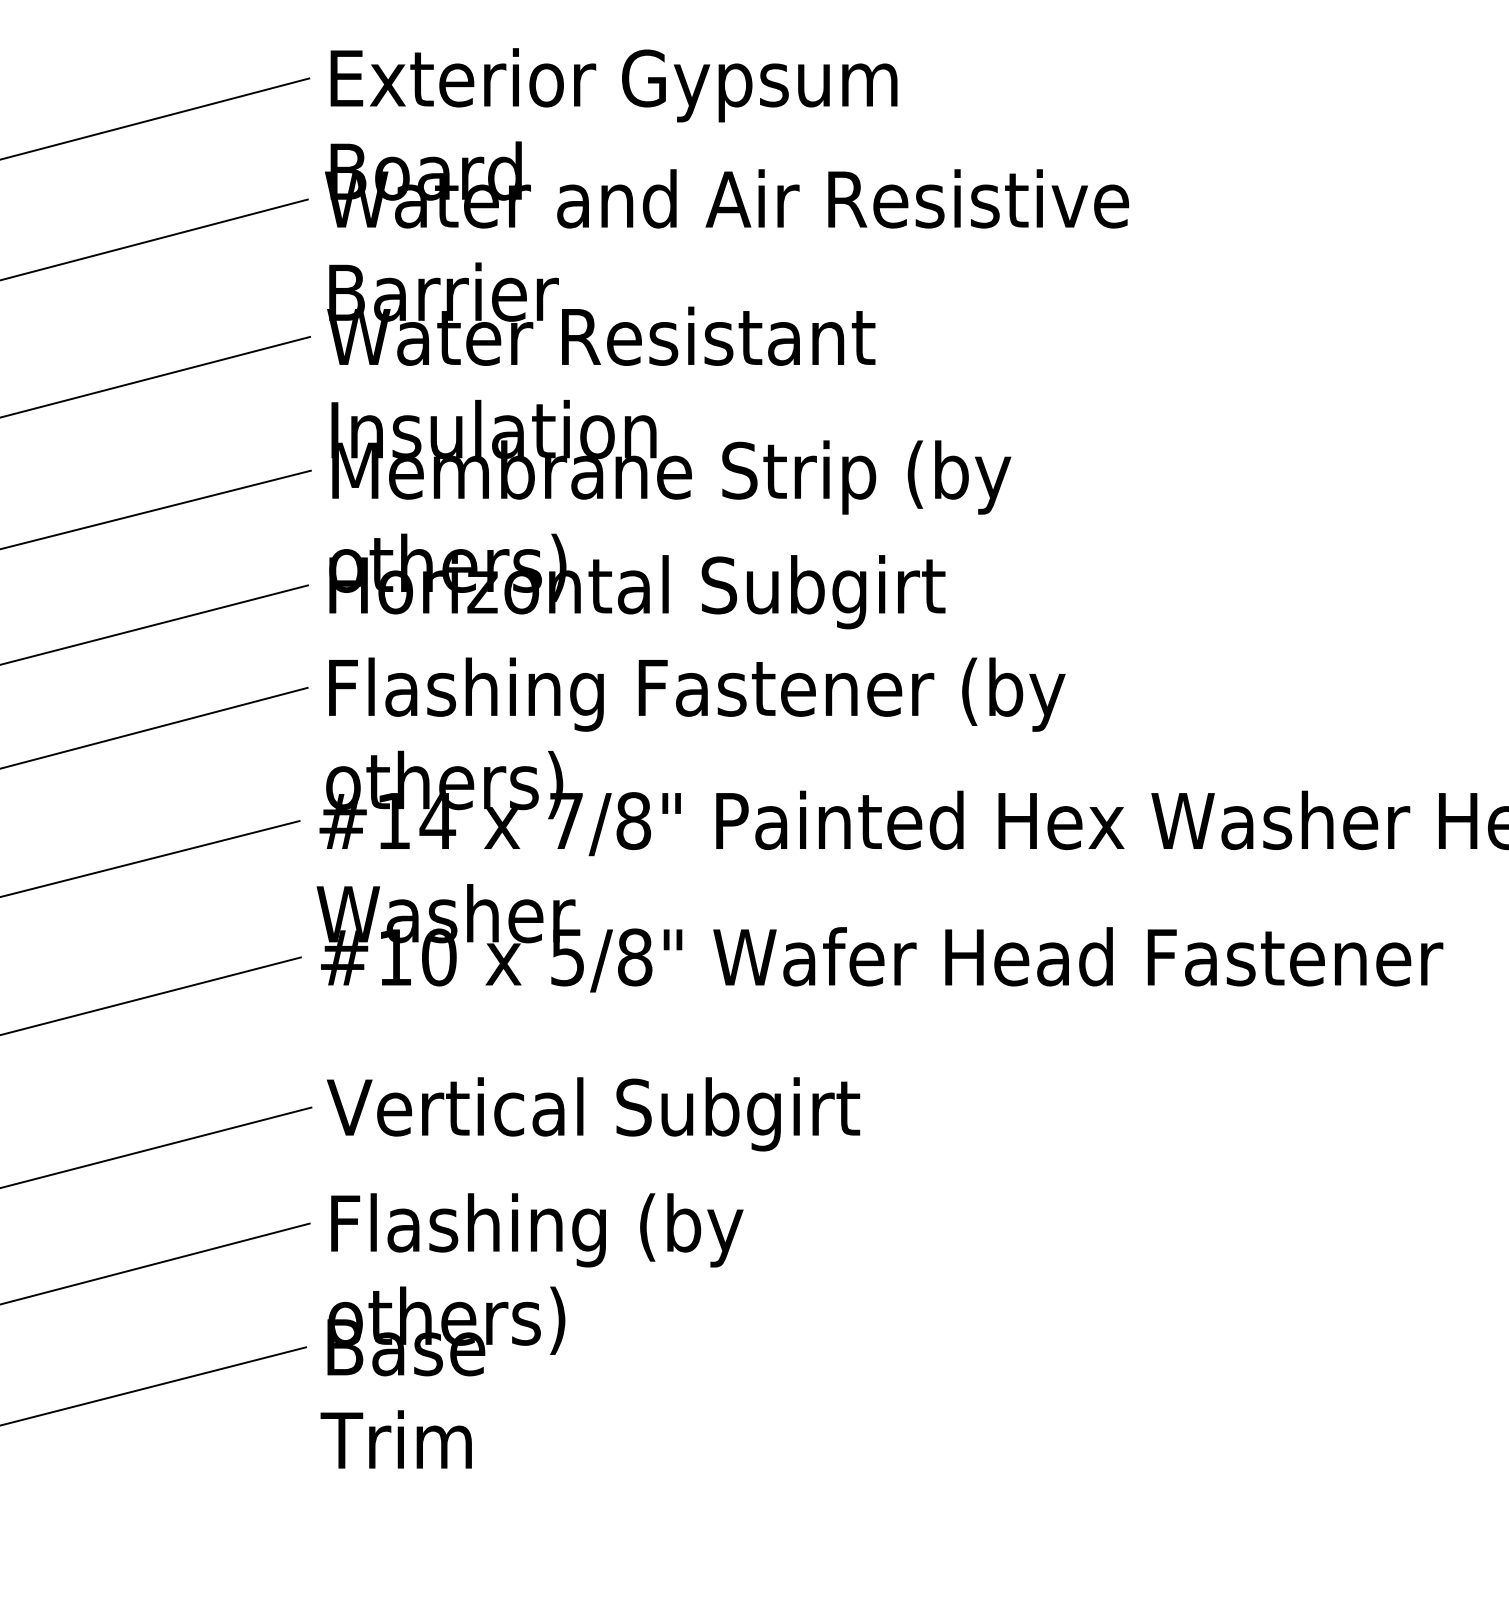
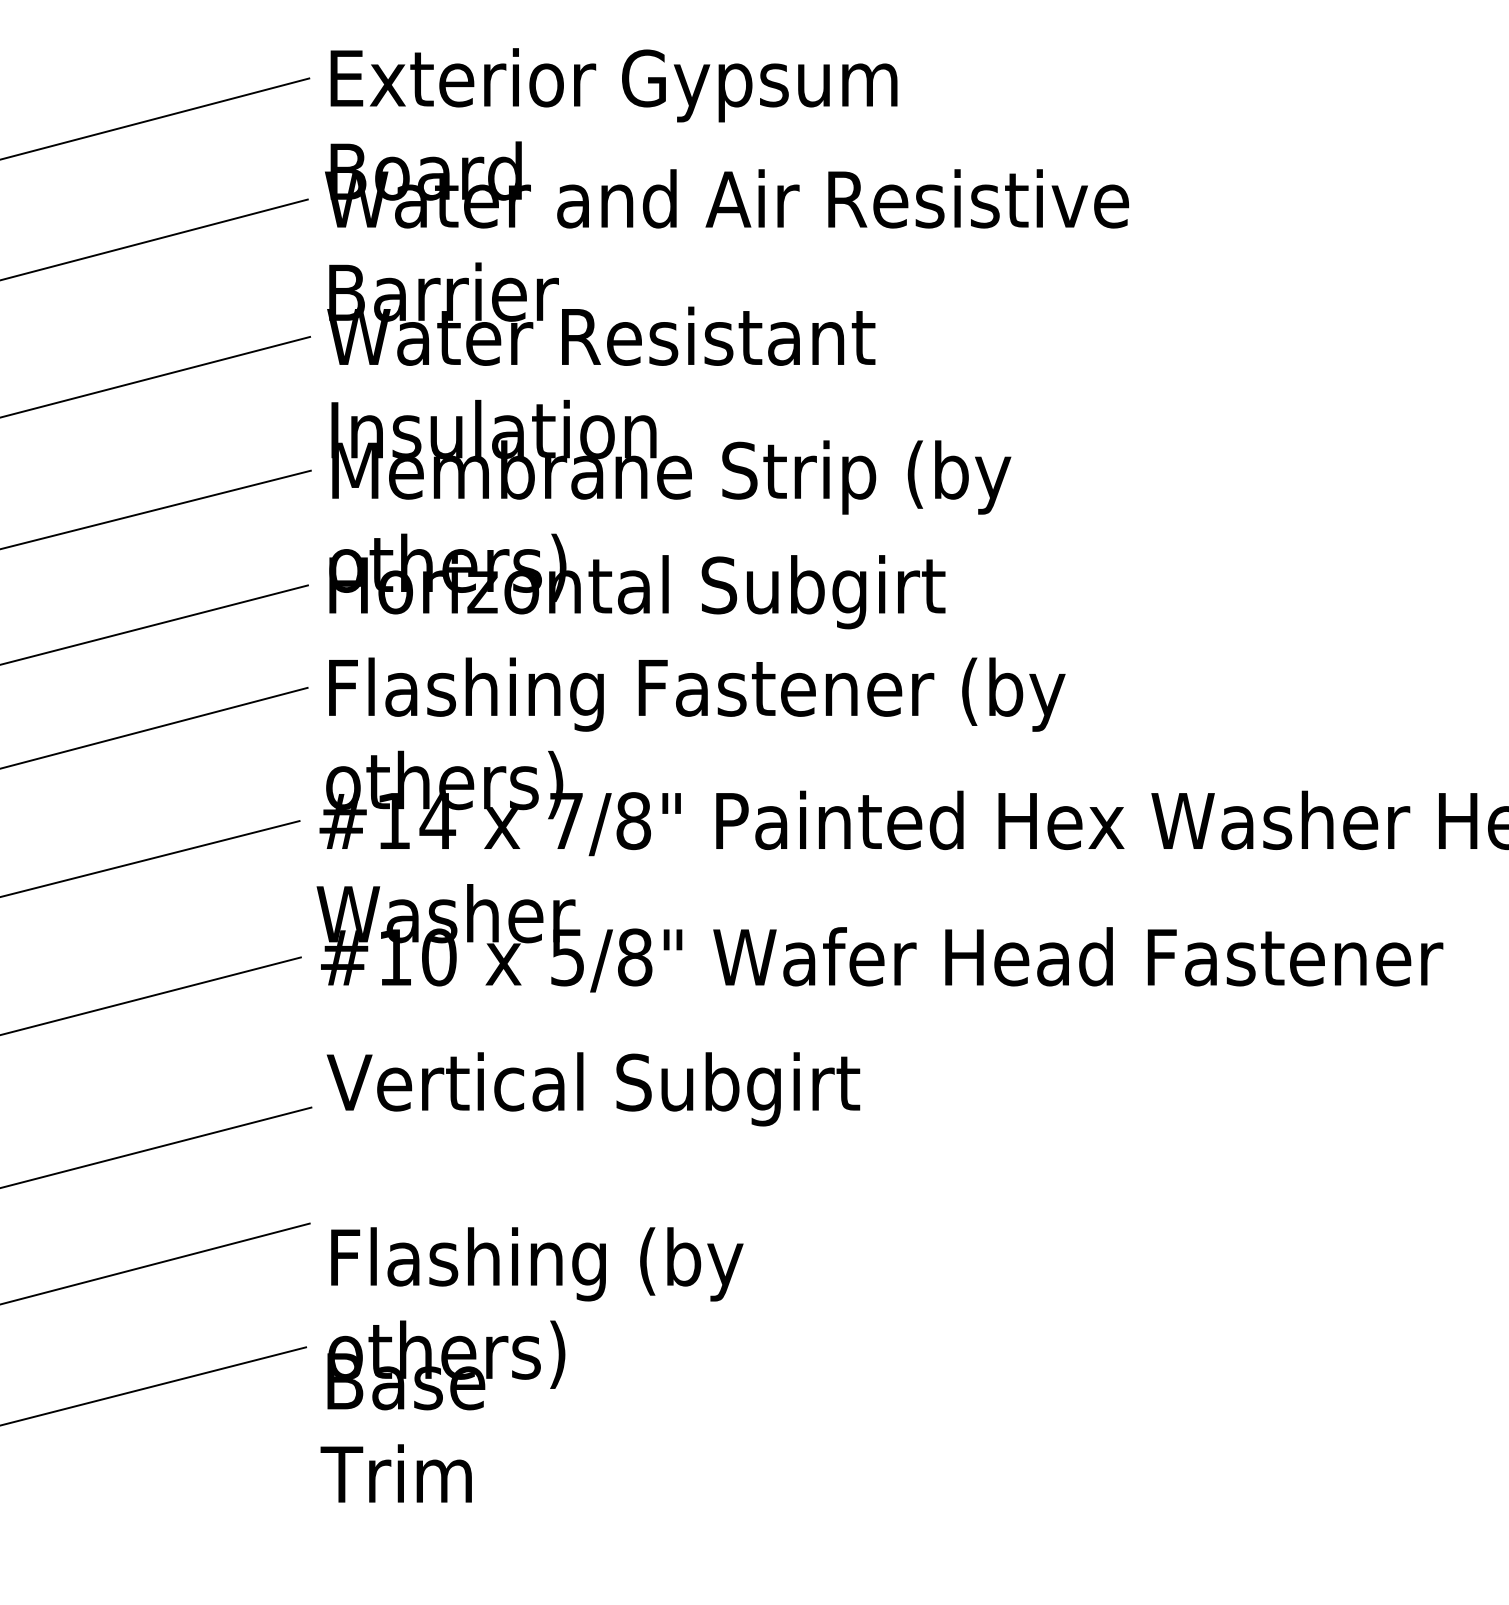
text at (593, 1114) position: (593, 1114) -> (593, 1089)
text at (531, 1330) position: (531, 1330) -> (531, 1364)
